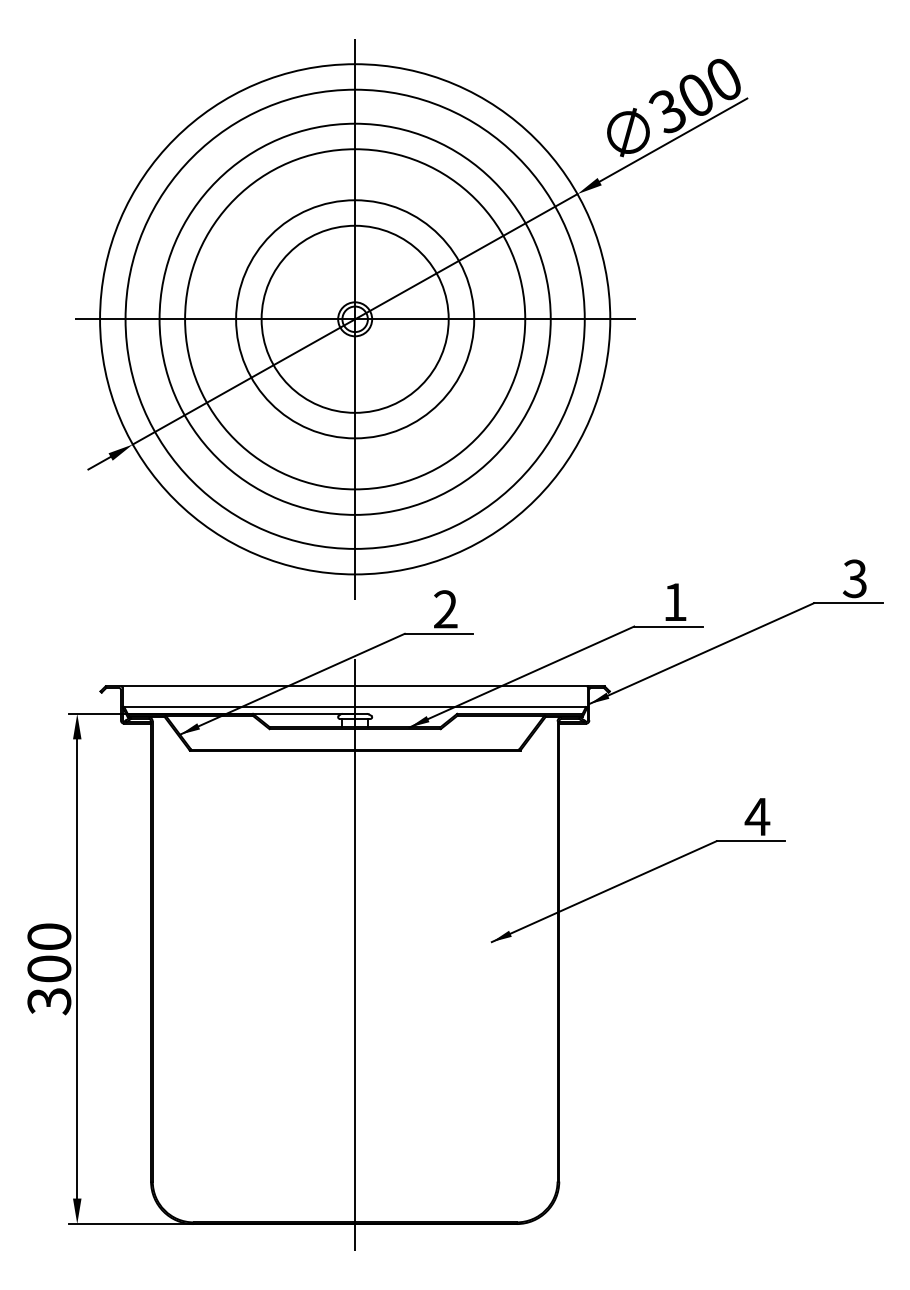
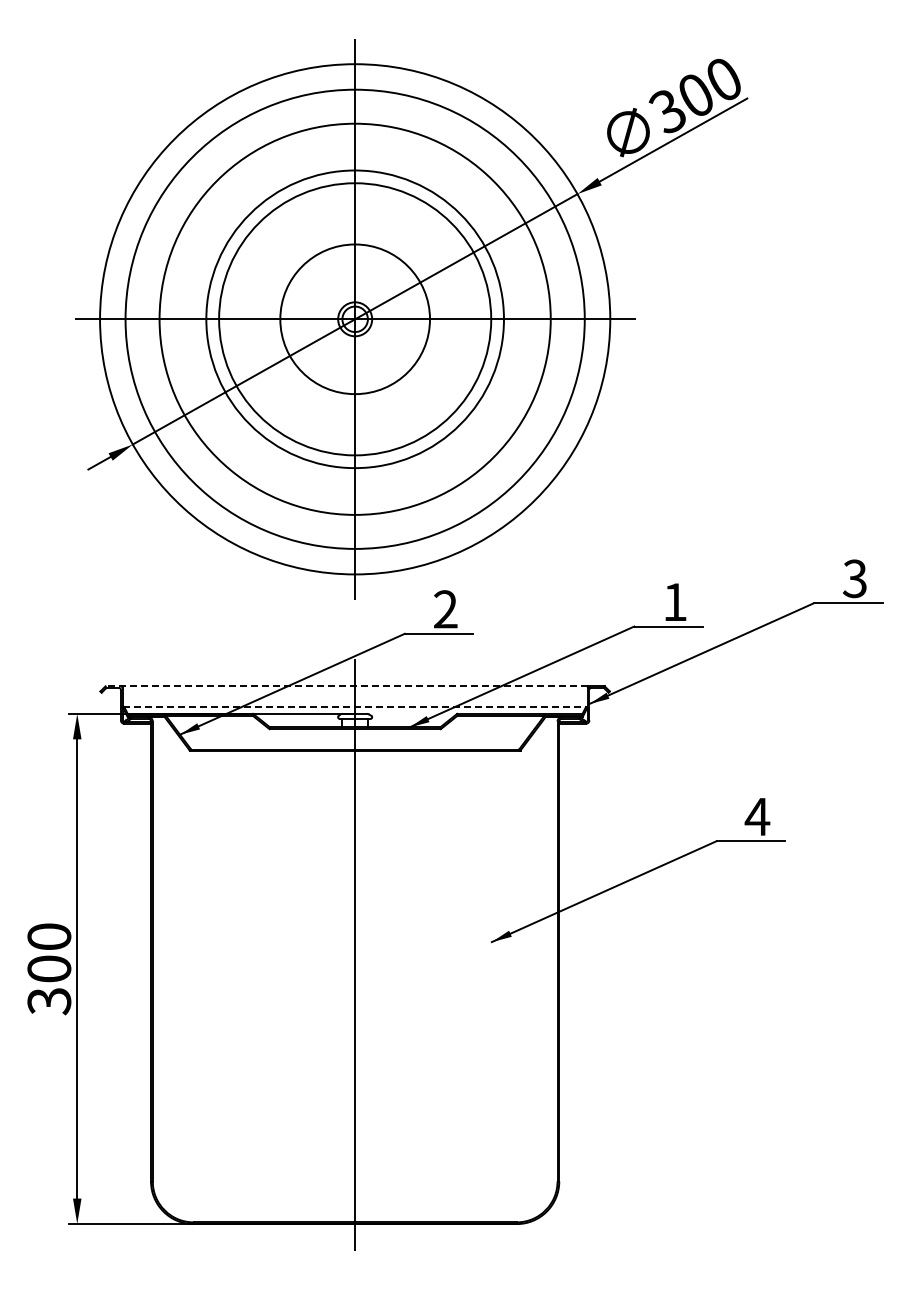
circle at (354, 318) diameter: 187 px -> 150 px
circle at (355, 319) diameter: 238 px -> 298 px
circle at (355, 319) diameter: 340 px -> 272 px
line at (346, 686): solid -> dashed
line at (355, 707): solid -> dashed
